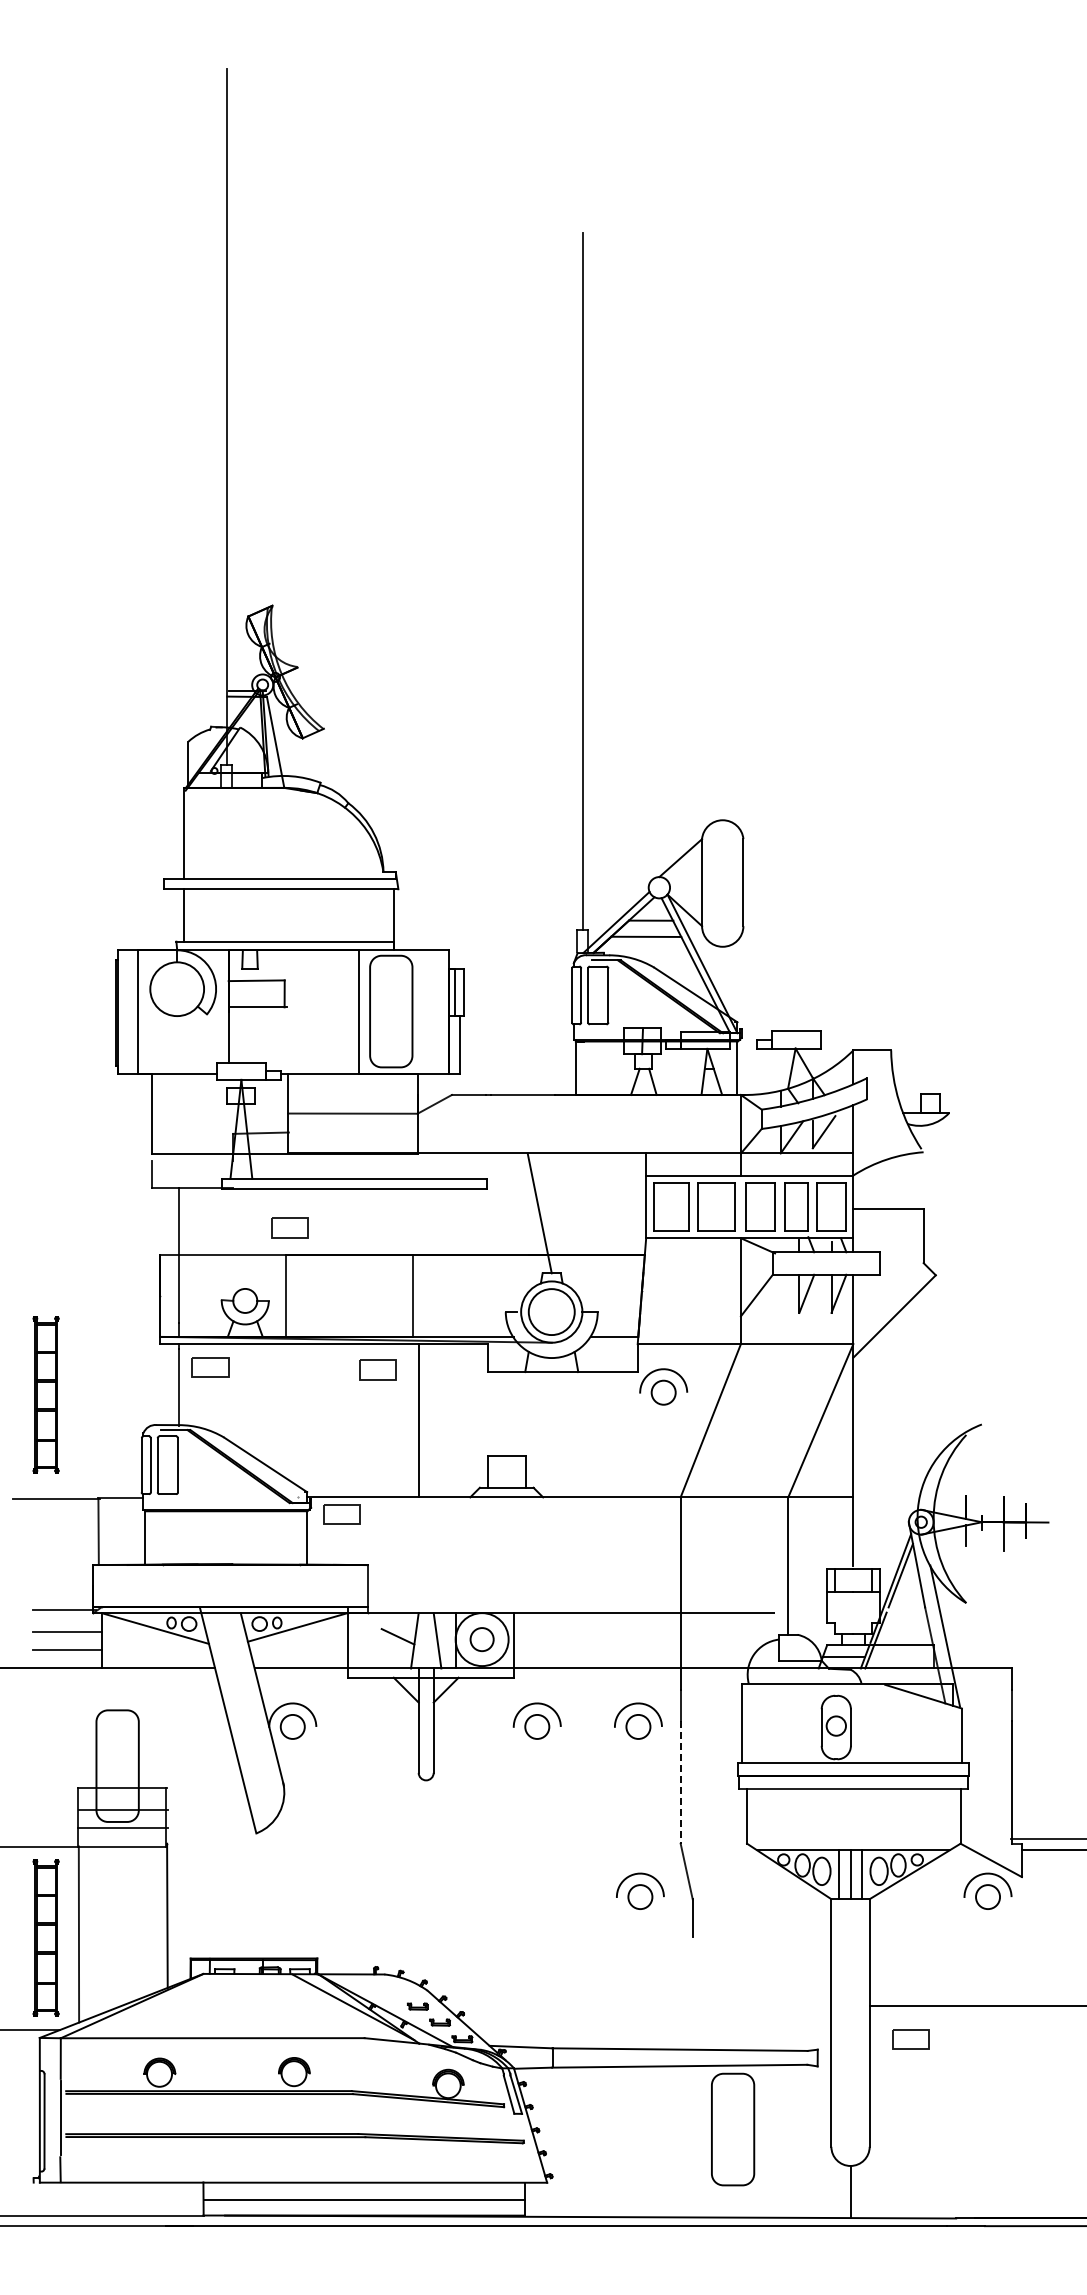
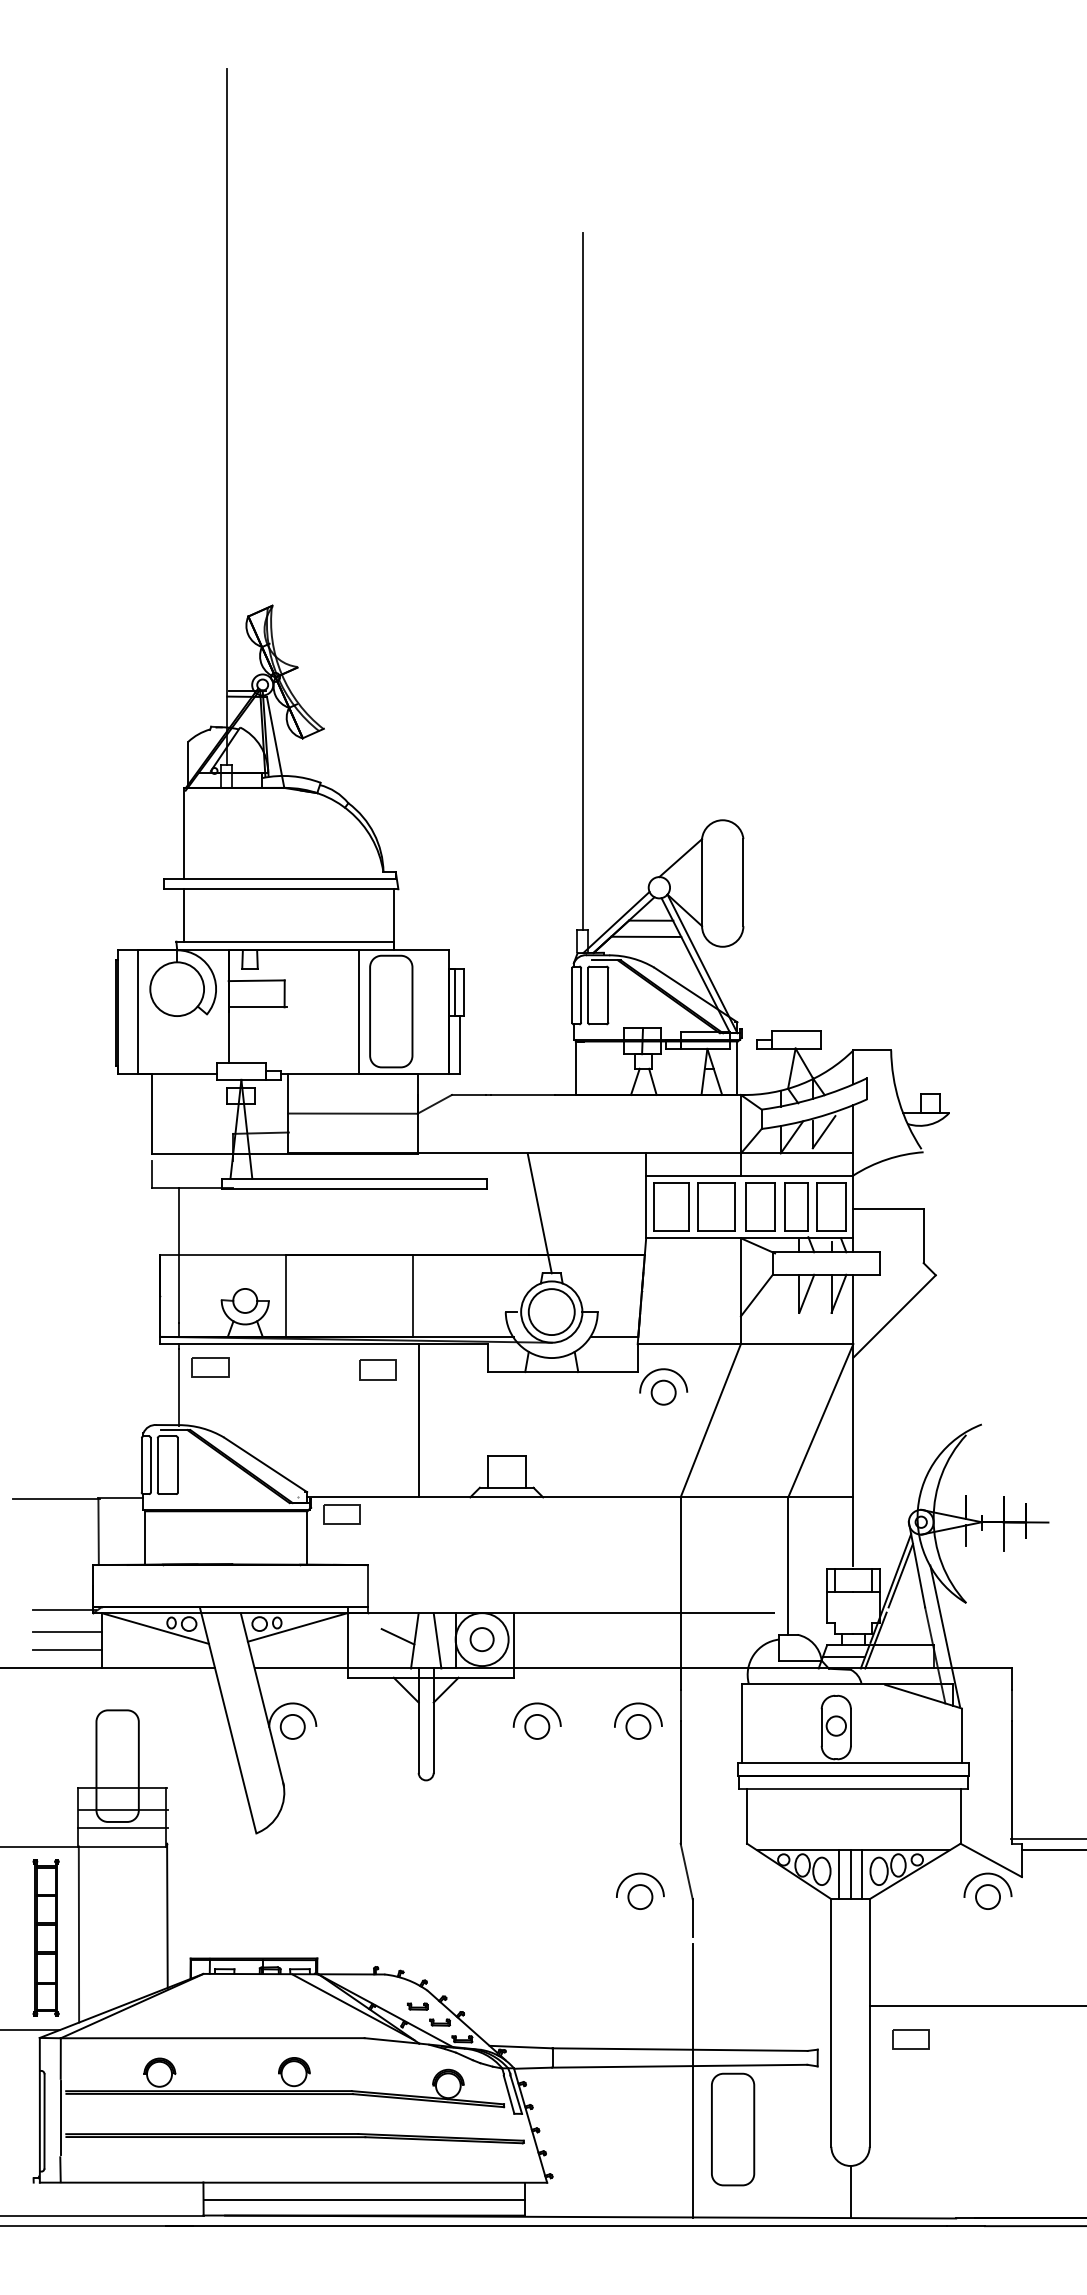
part at (289, 1227): present -> none
part at (45, 1394): present -> none
line at (680, 1782): dashed -> solid
line at (692, 2080): none -> present
